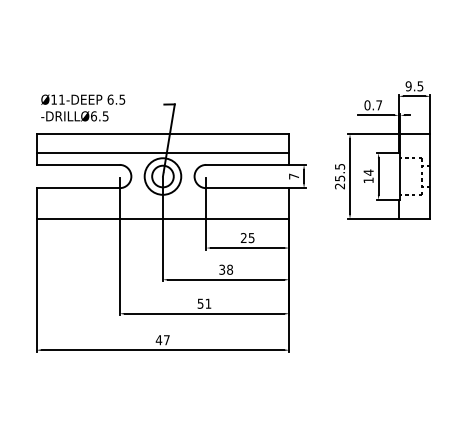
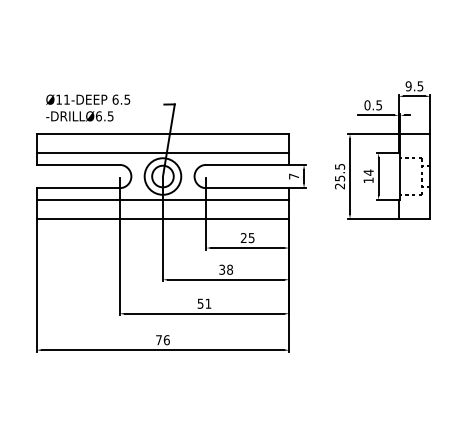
text at (378, 105): 0.7 -> 0.5
text at (83, 107) position: (83, 107) -> (88, 107)
line at (162, 199): none -> present
text at (162, 340): 47 -> 76
